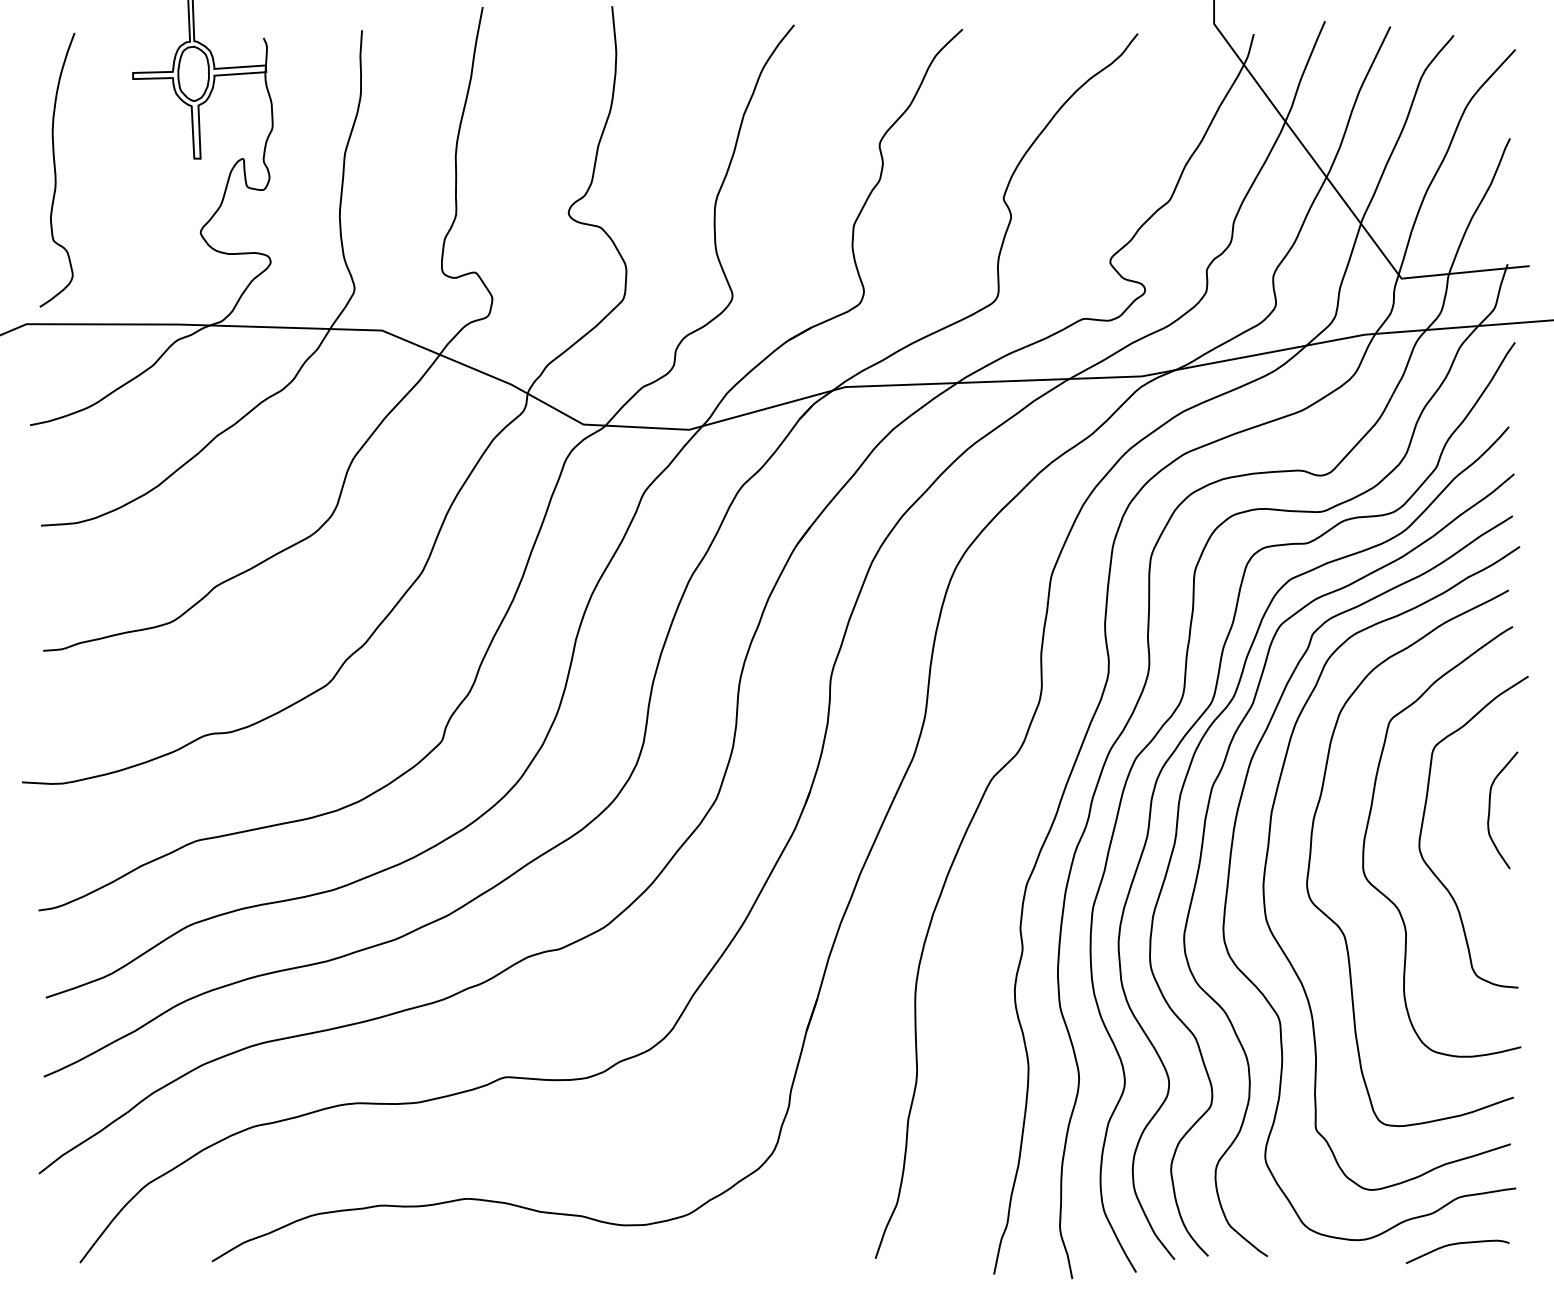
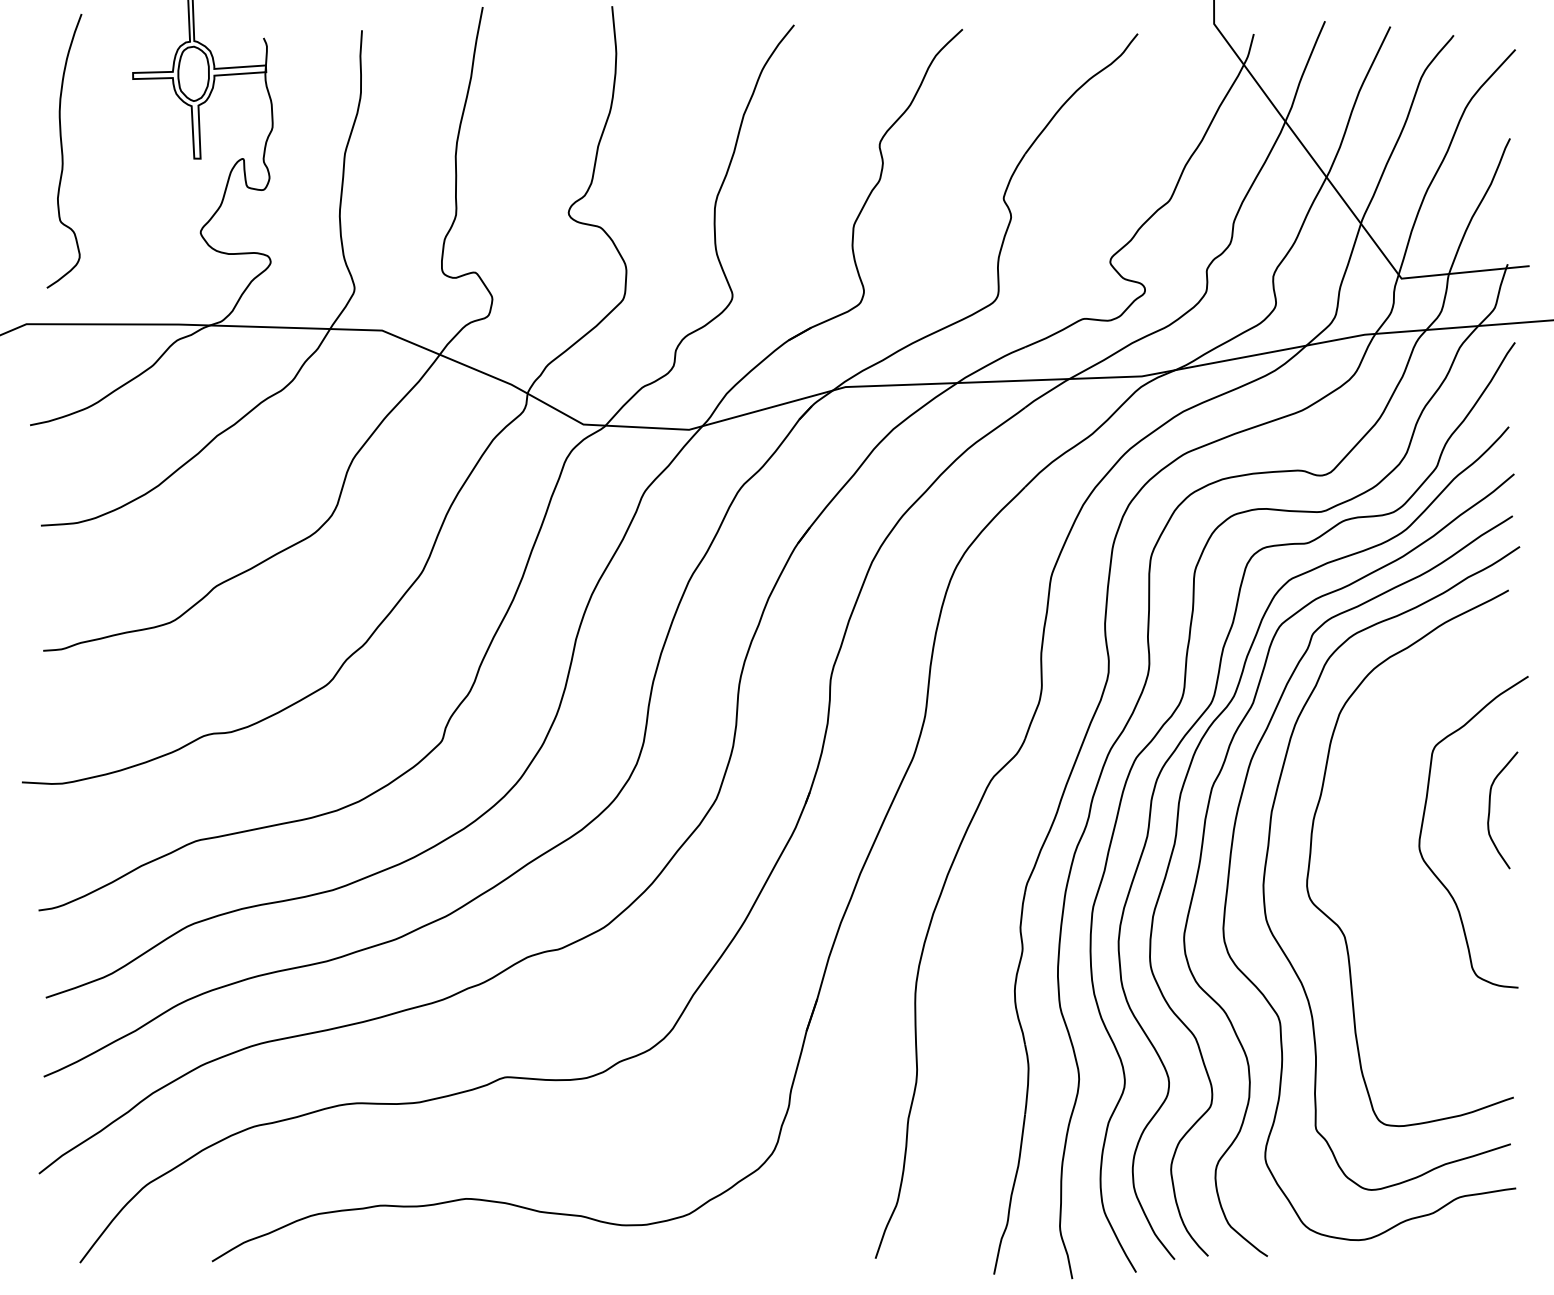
curve at (56, 171) position: (56, 171) -> (63, 152)
curve at (1368, 826): present -> none
curve at (1457, 1244): present -> none
